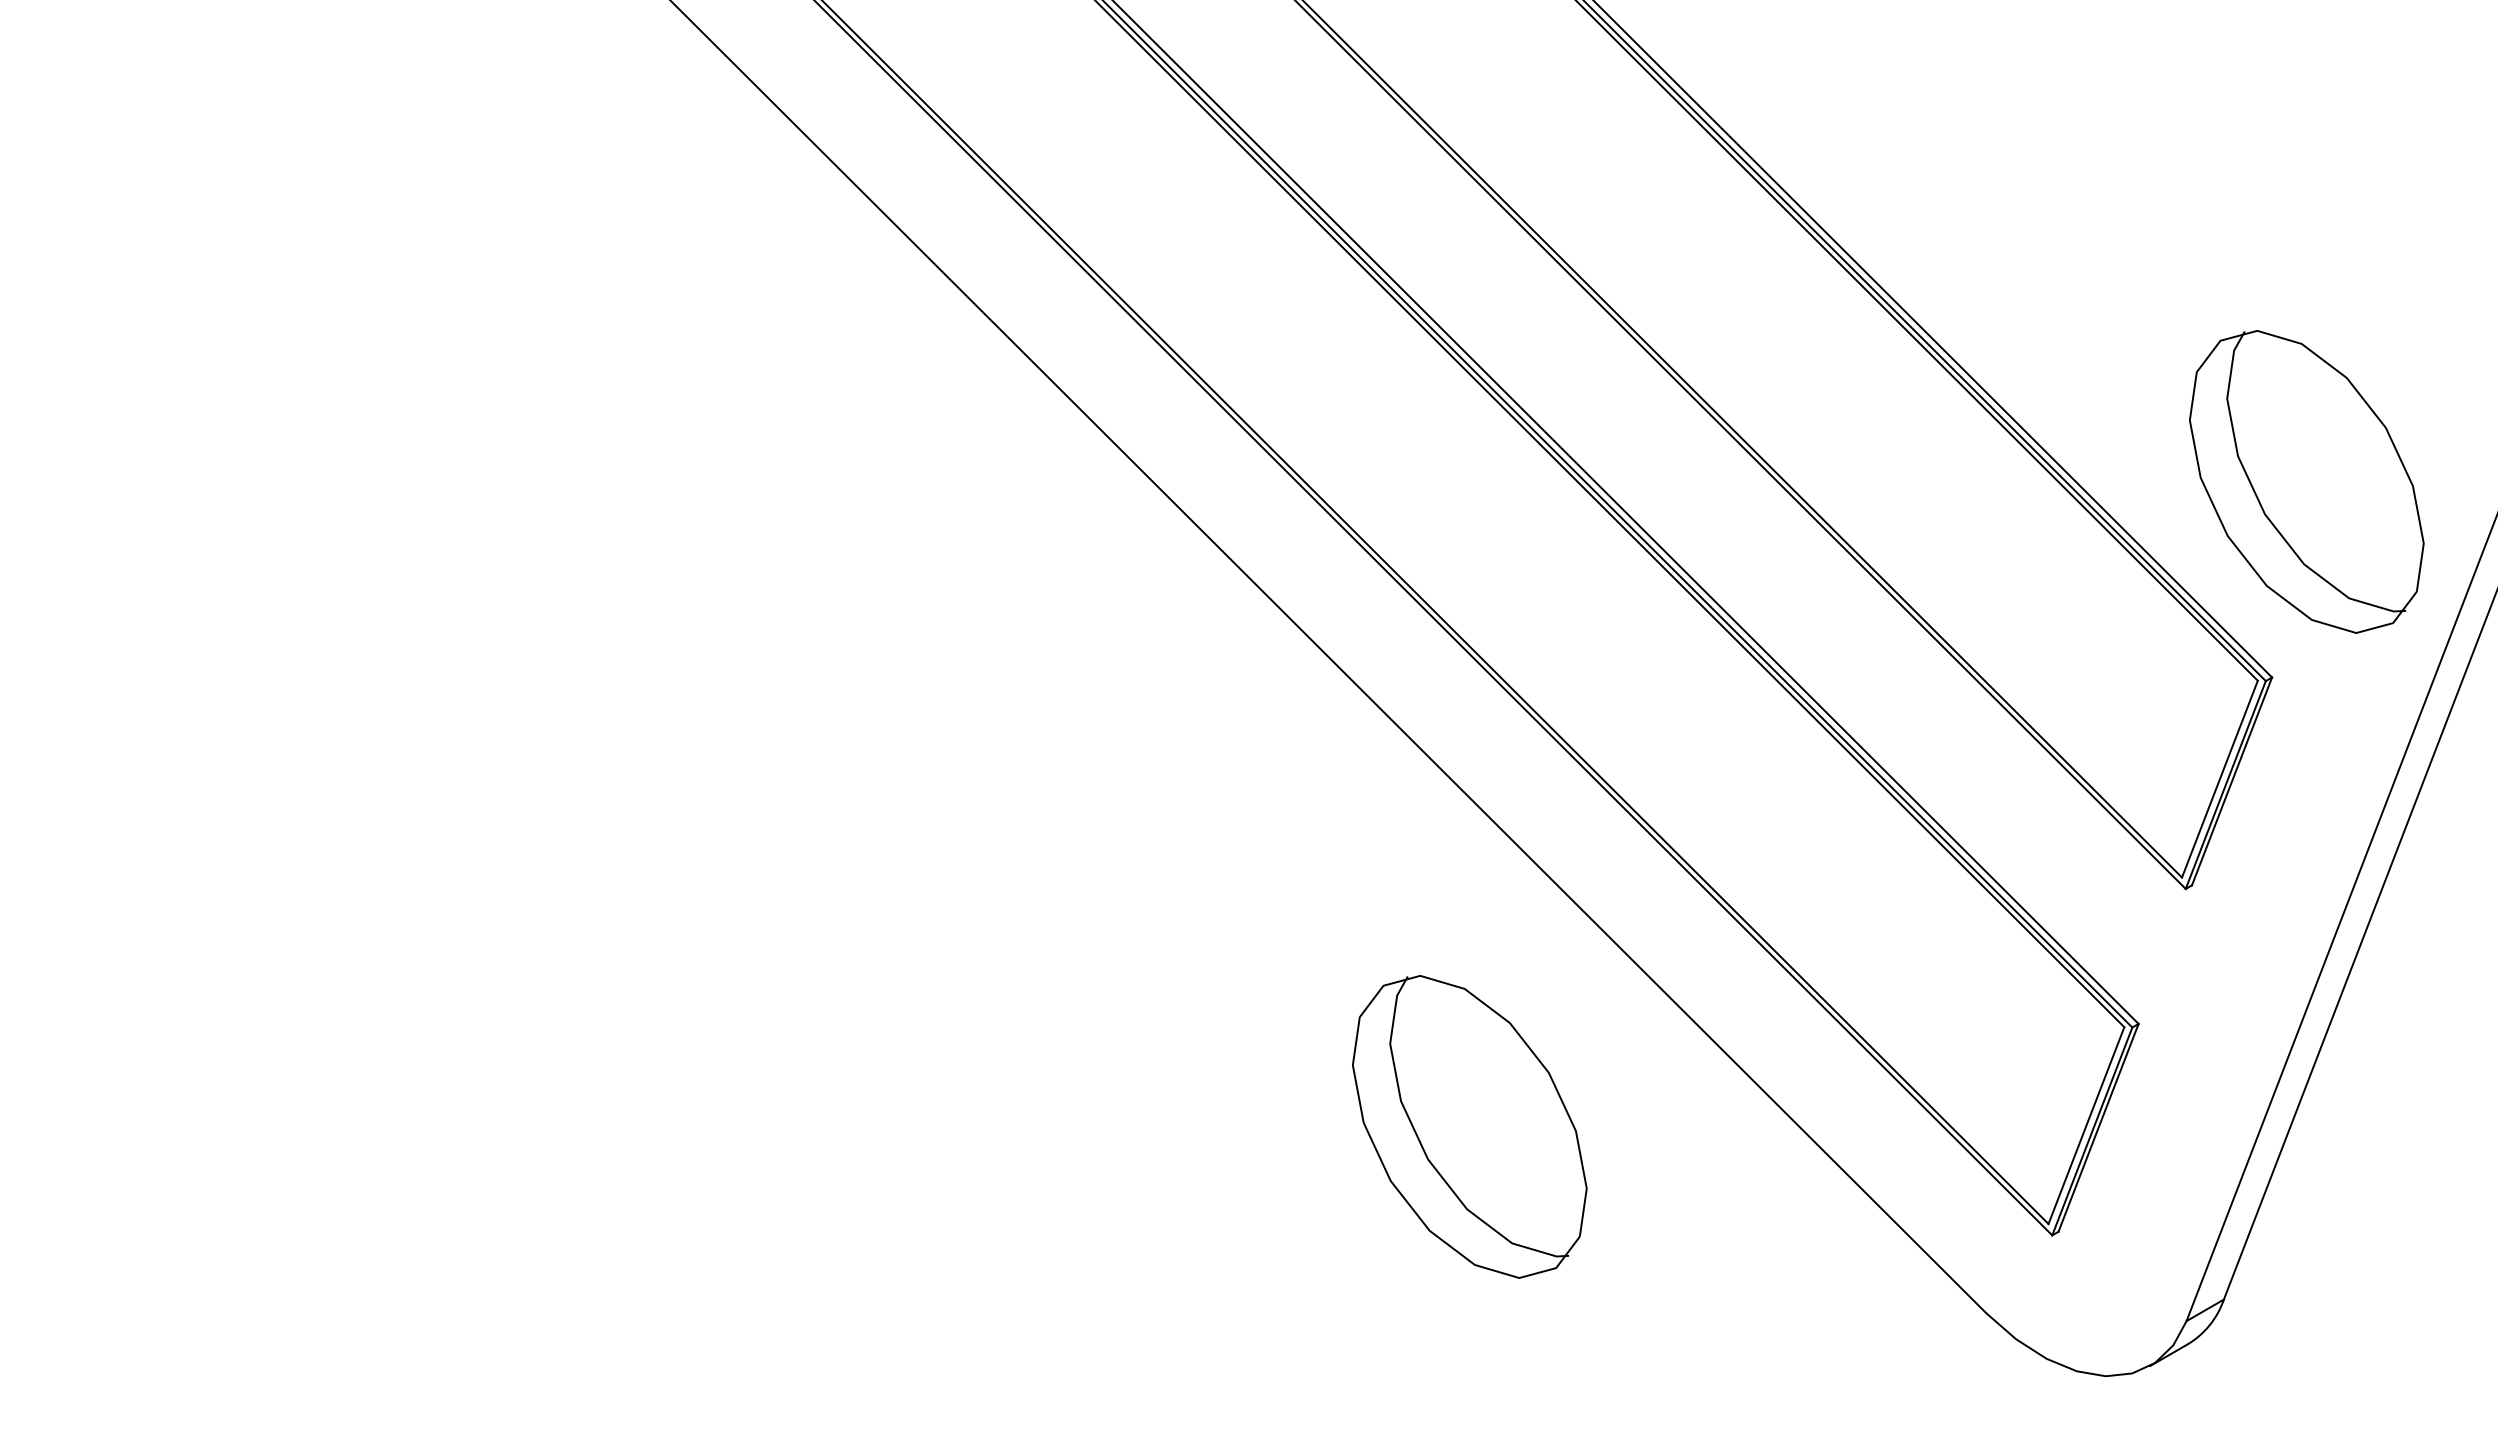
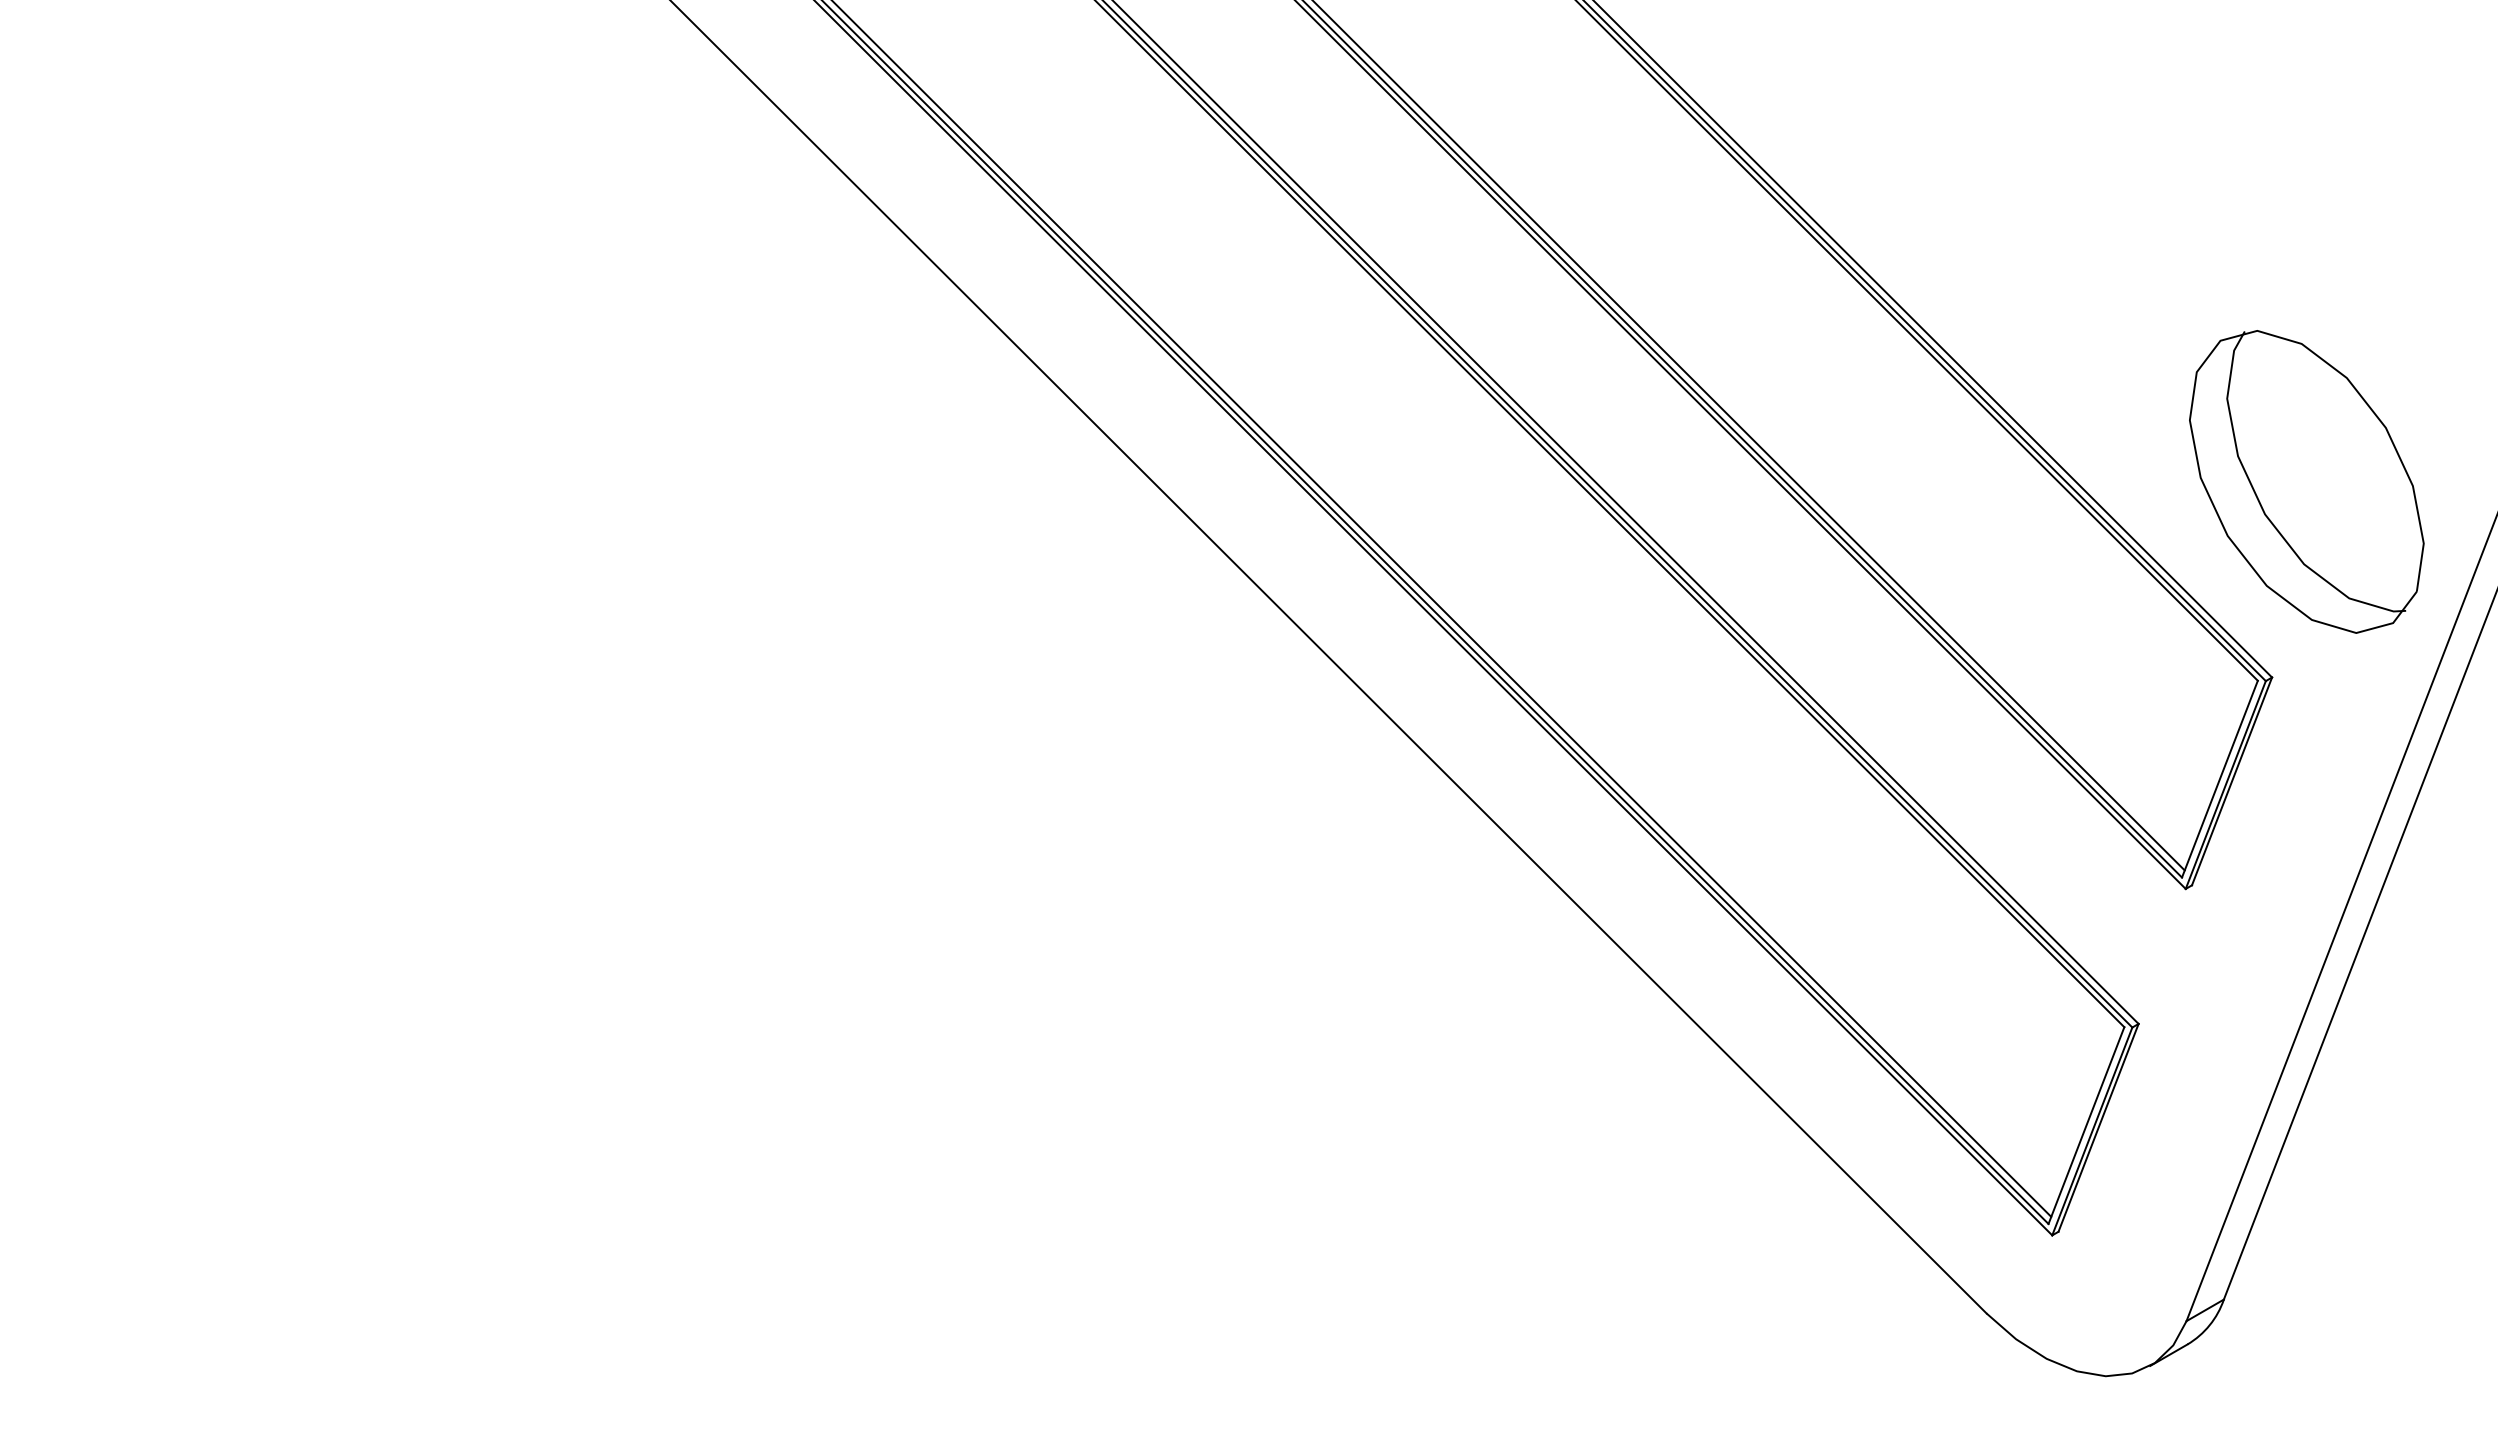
line at (1749, 436): none -> present
line at (1442, 609): none -> present
part at (1469, 1126): present -> none
